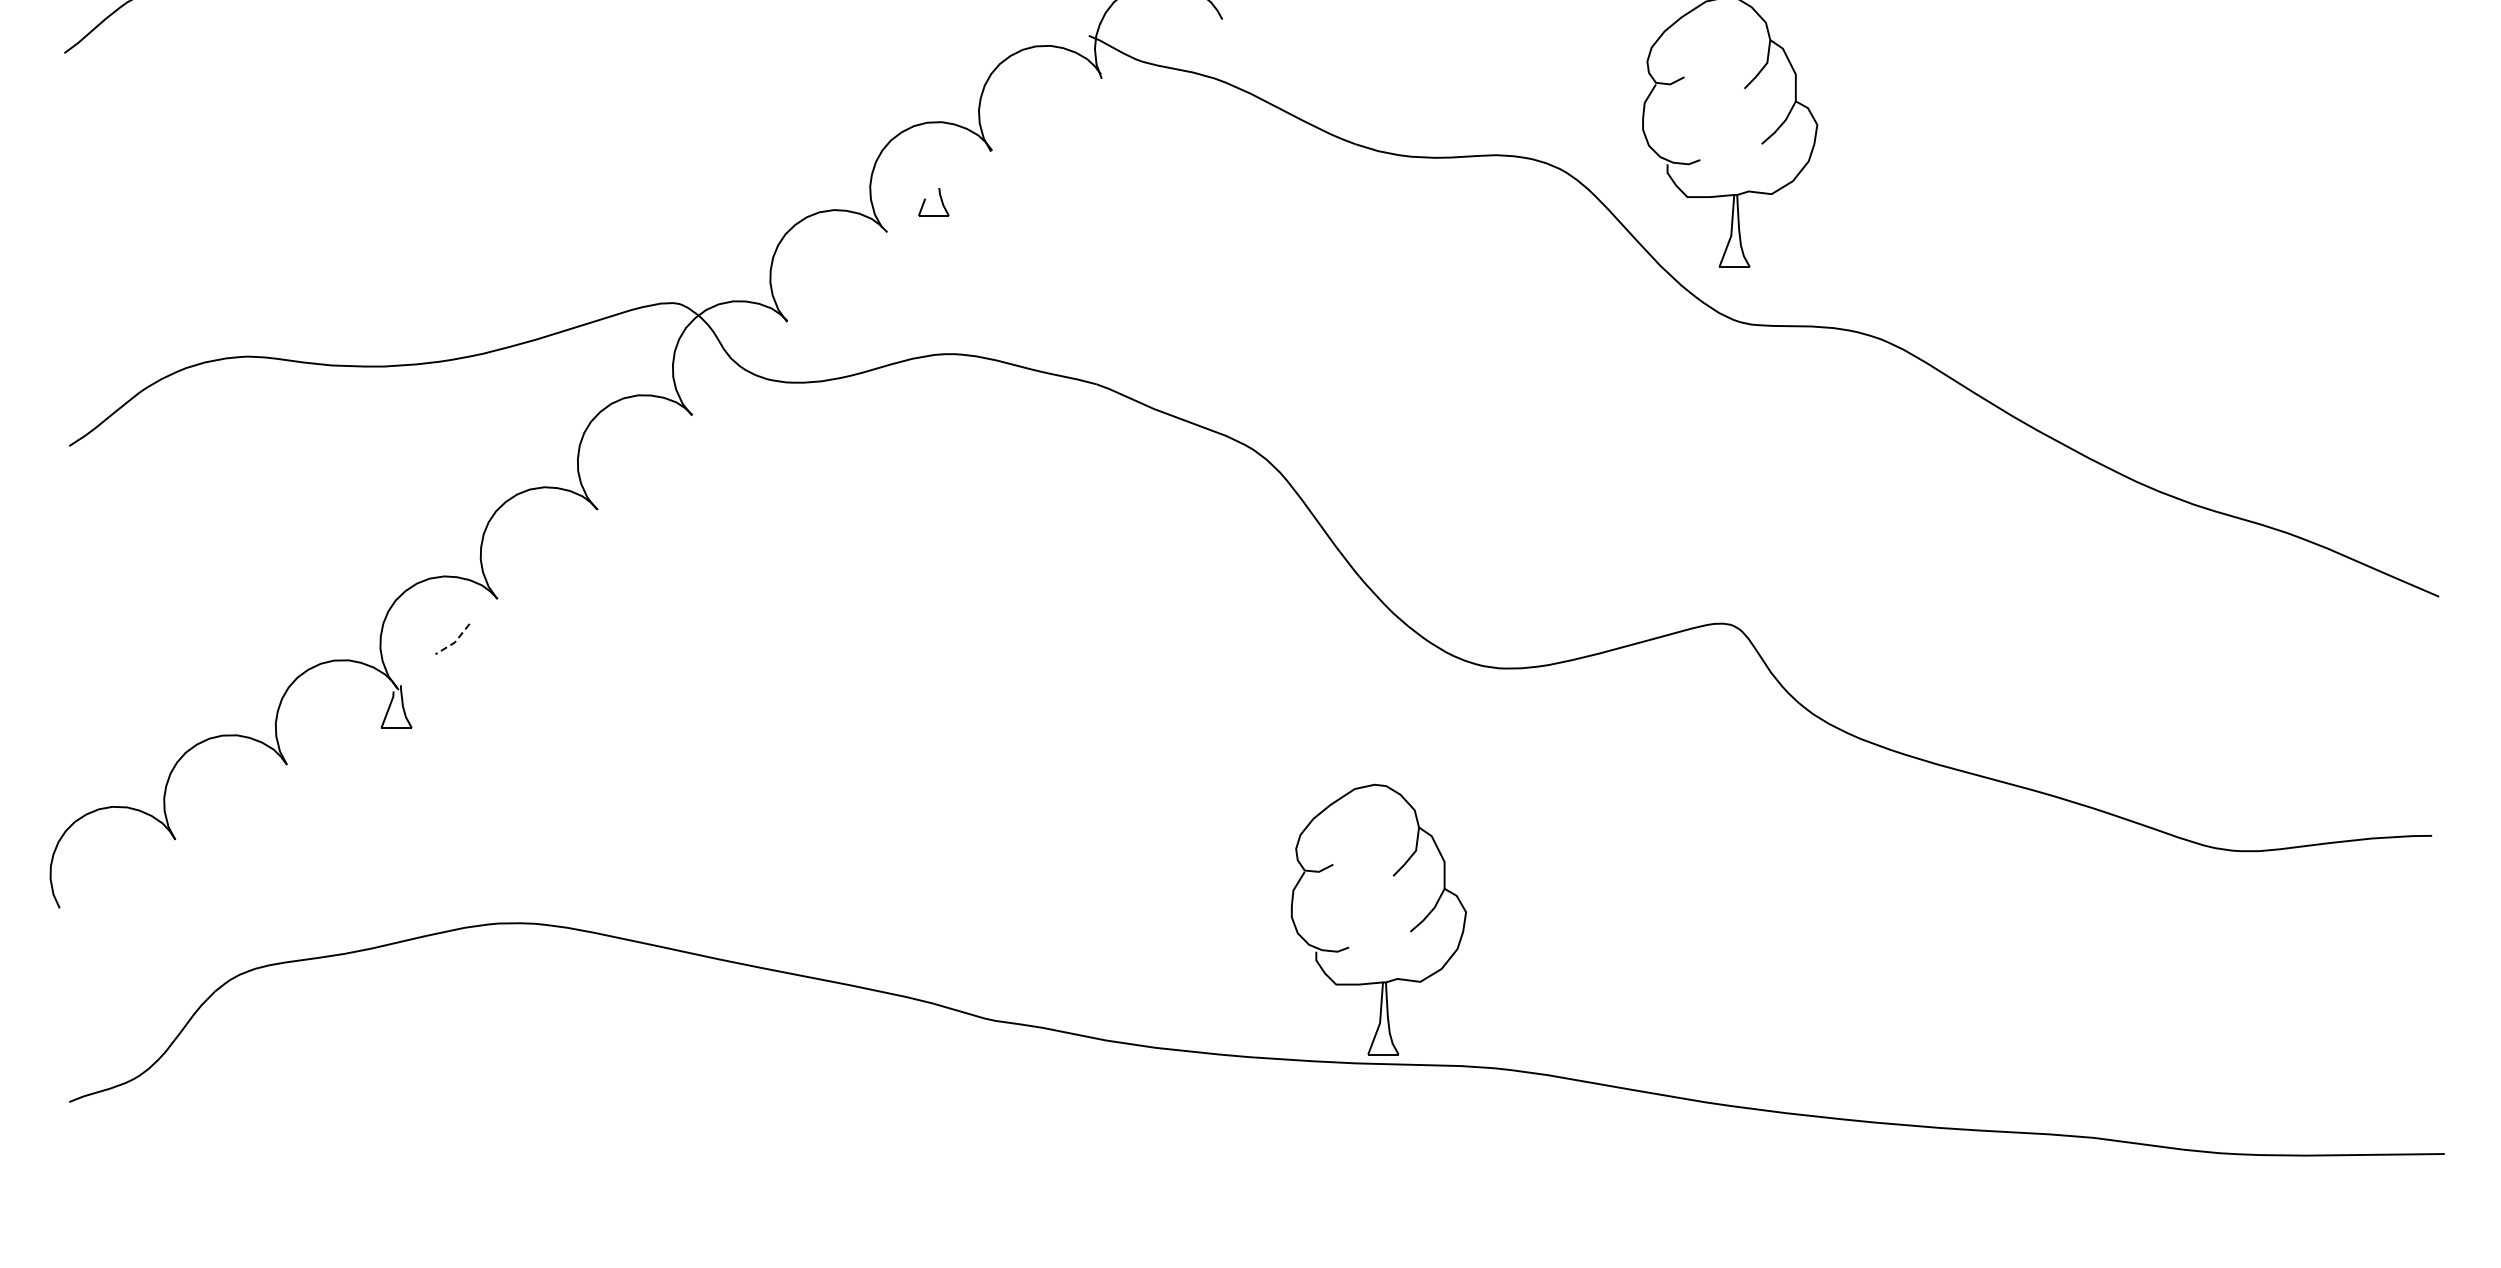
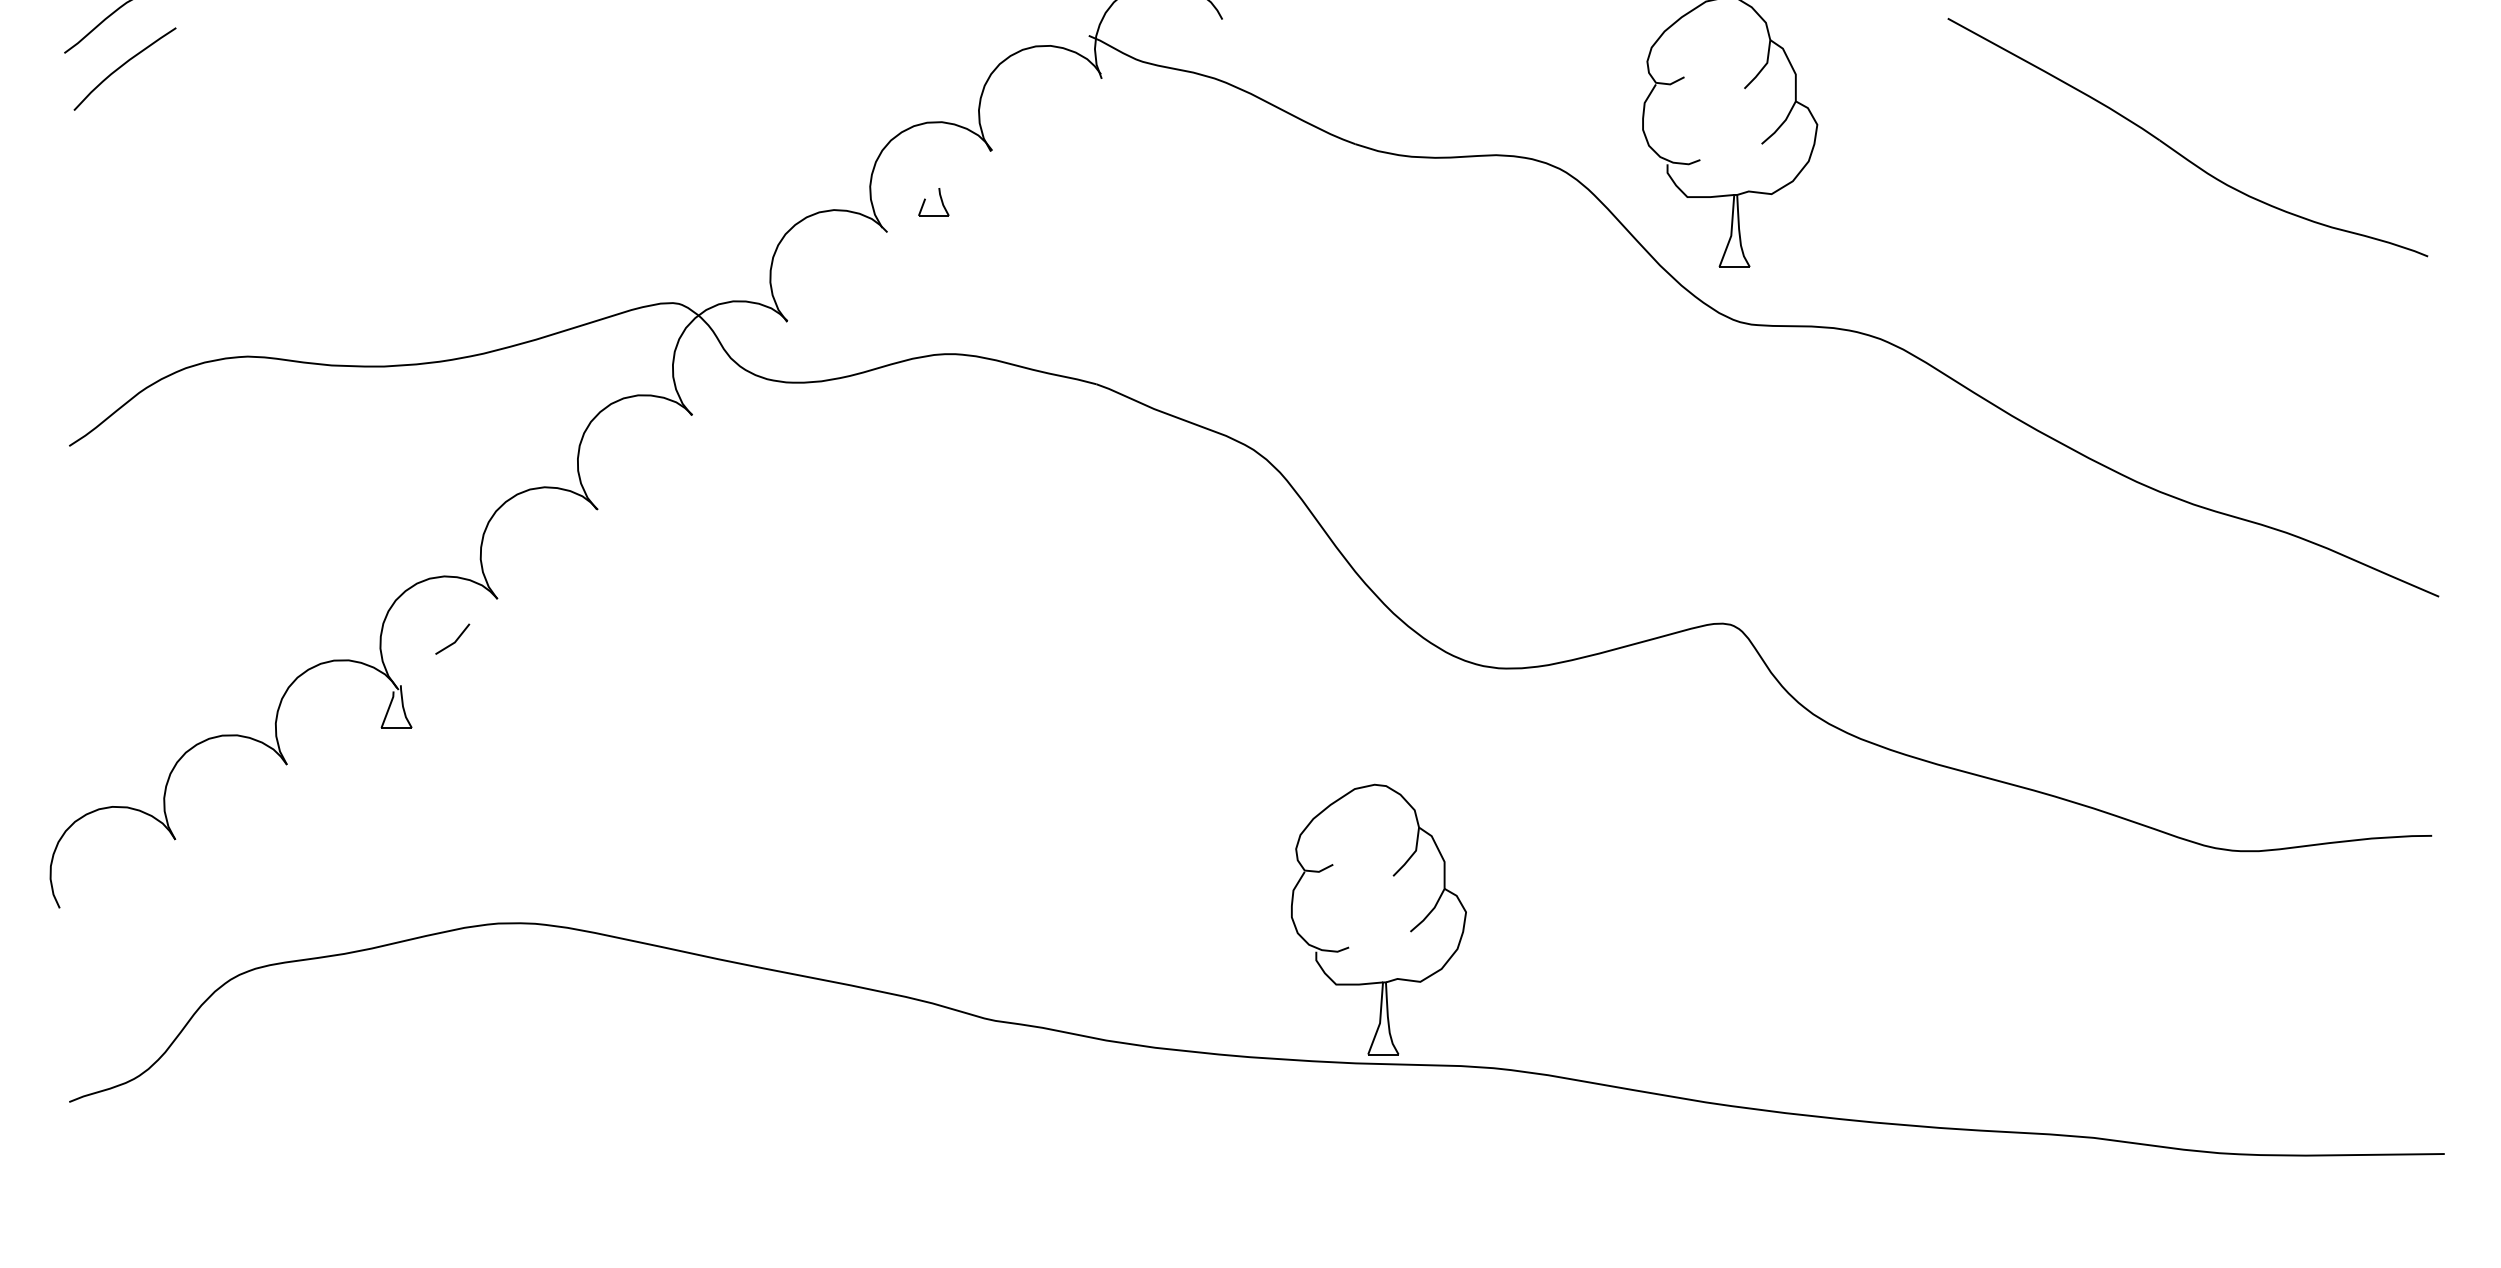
curve at (122, 66): none -> present
part at (2177, 151): none -> present
line at (454, 642): dashed -> solid
